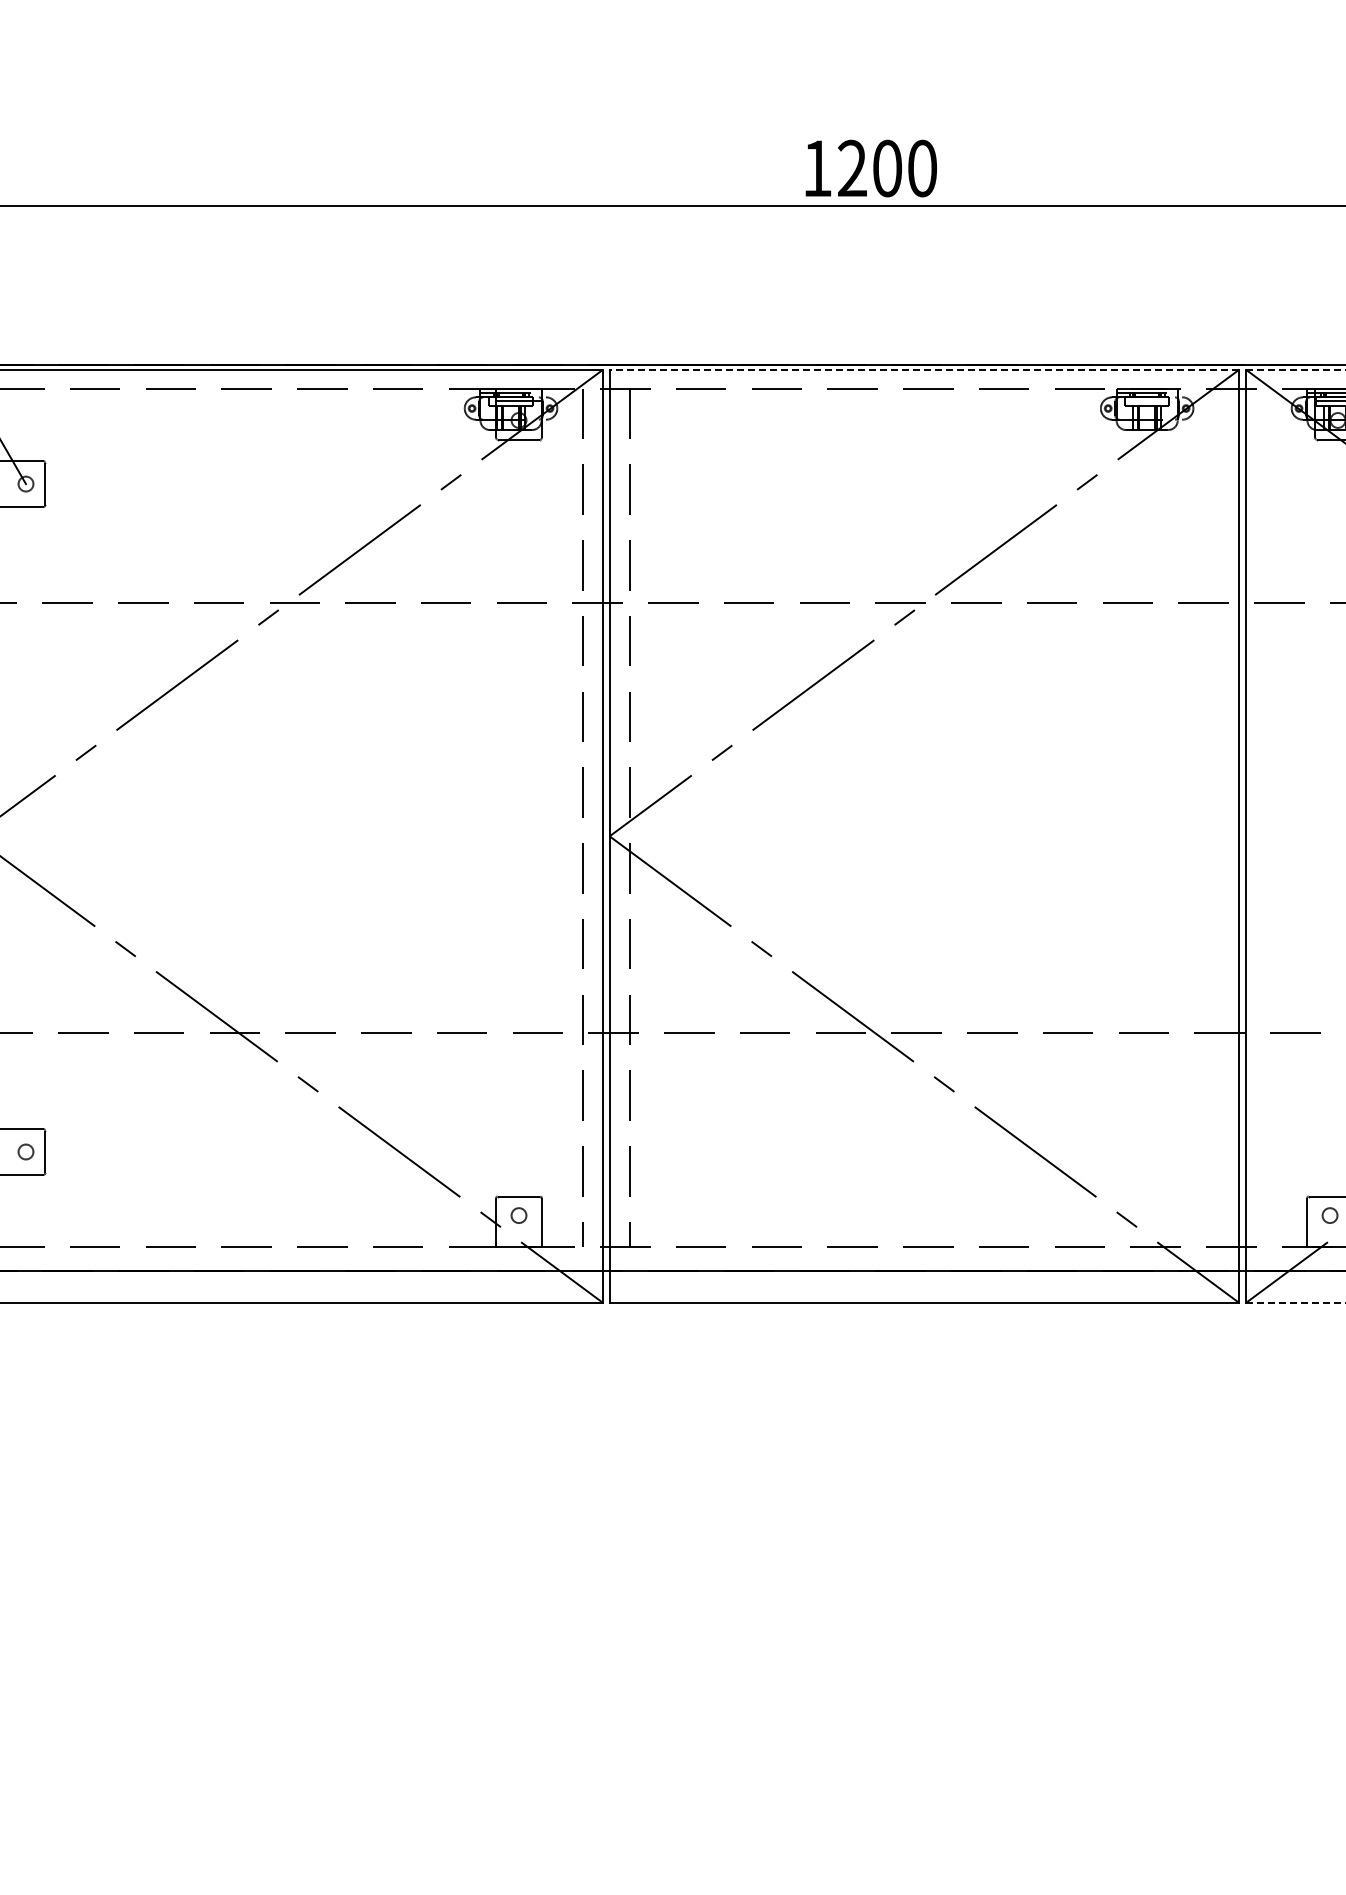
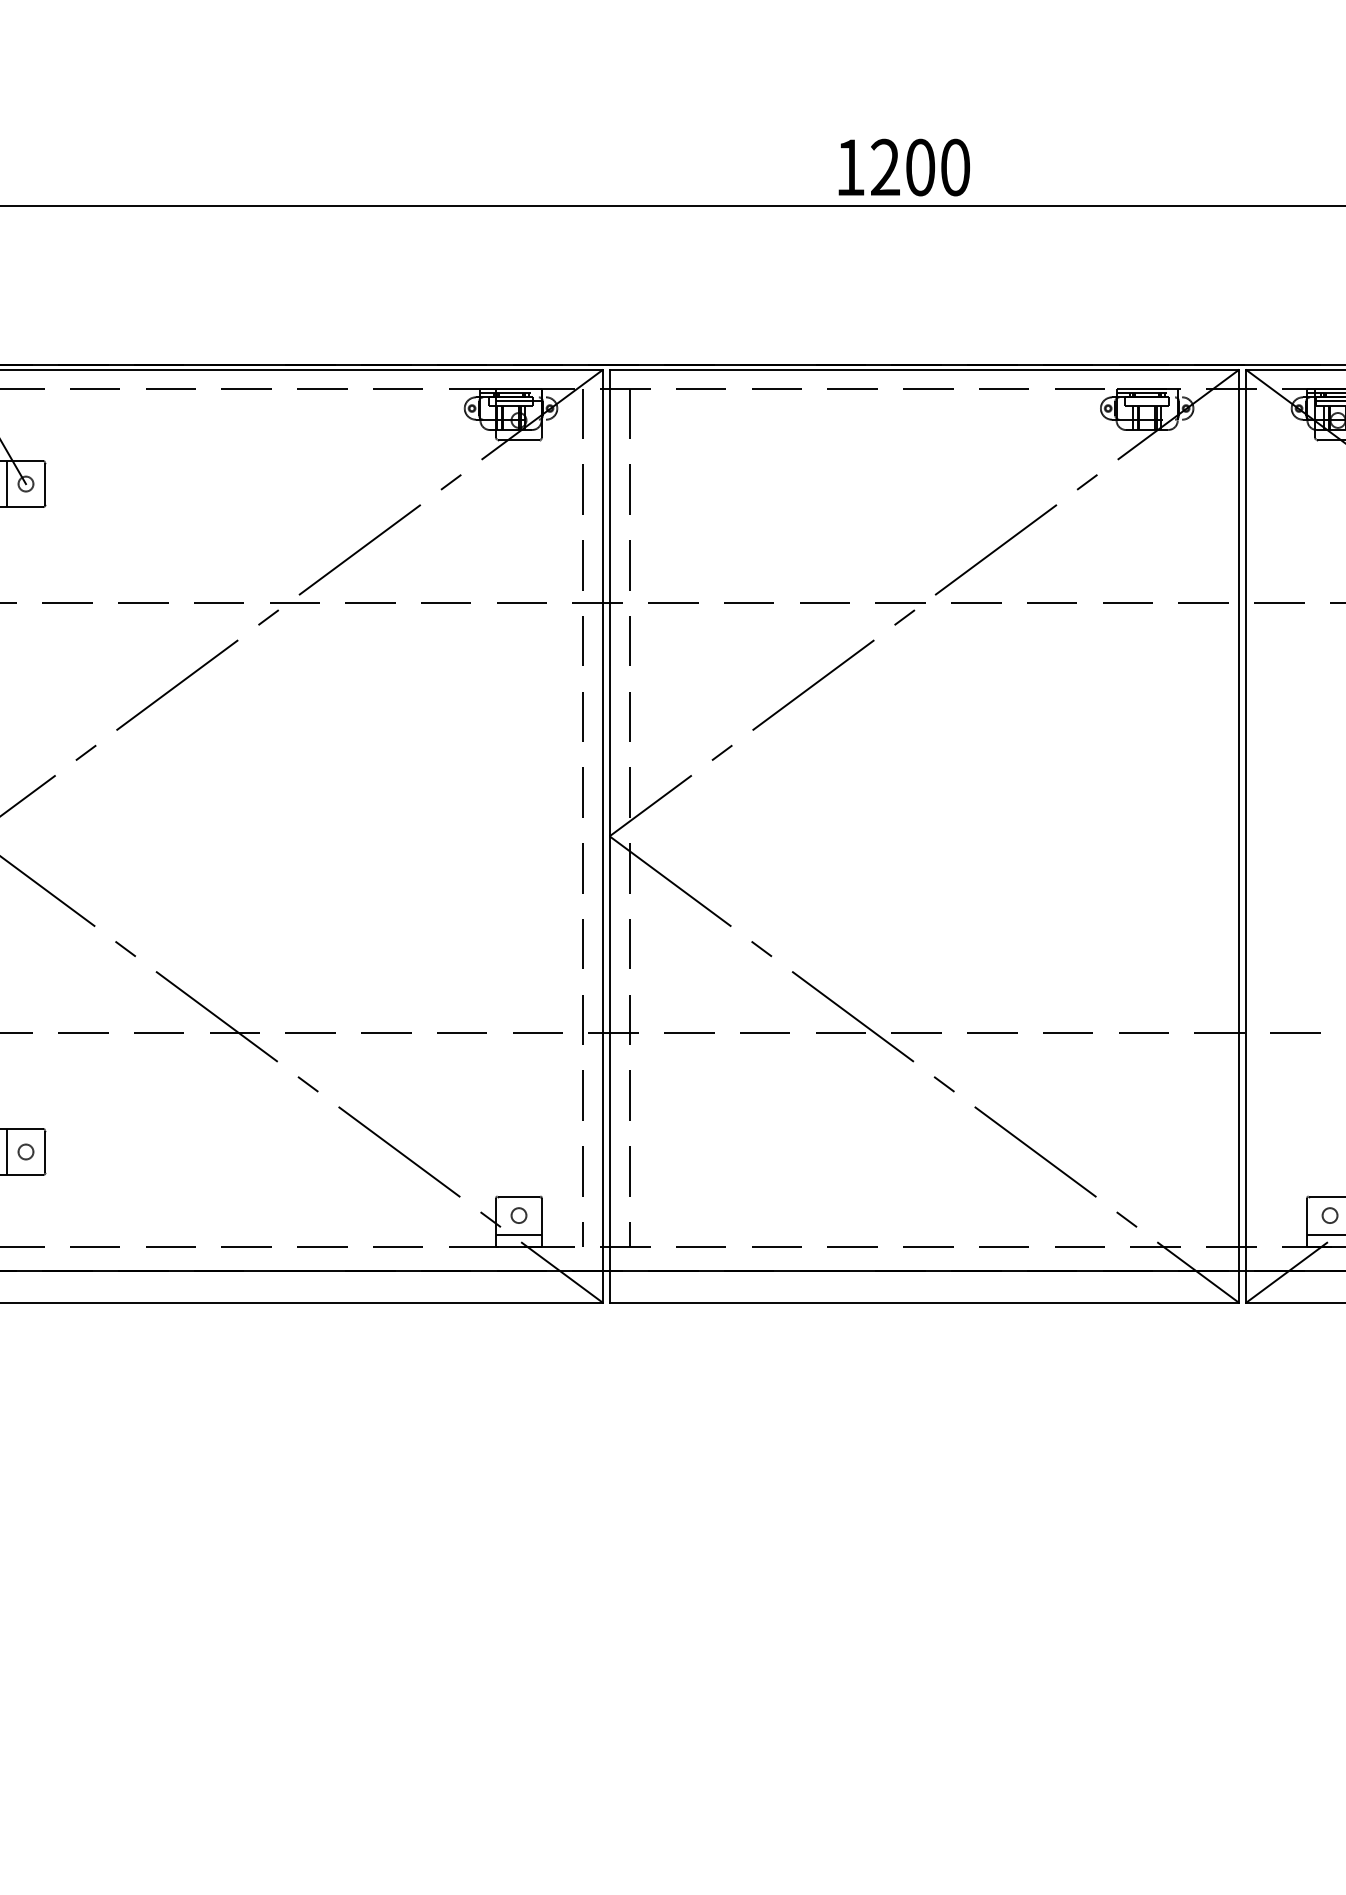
text at (870, 168) position: (870, 168) -> (903, 167)
line at (924, 369): dashed -> solid
line at (1295, 369): dashed -> solid
line at (6, 484): none -> present
line at (6, 1151): none -> present
line at (518, 1234): none -> present
line at (1324, 1234): none -> present
line at (1295, 1303): dashed -> solid
